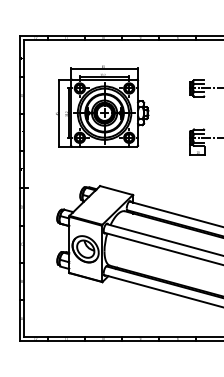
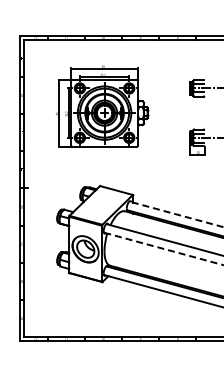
line at (176, 214): solid -> dashed
line at (164, 249): solid -> dashed
